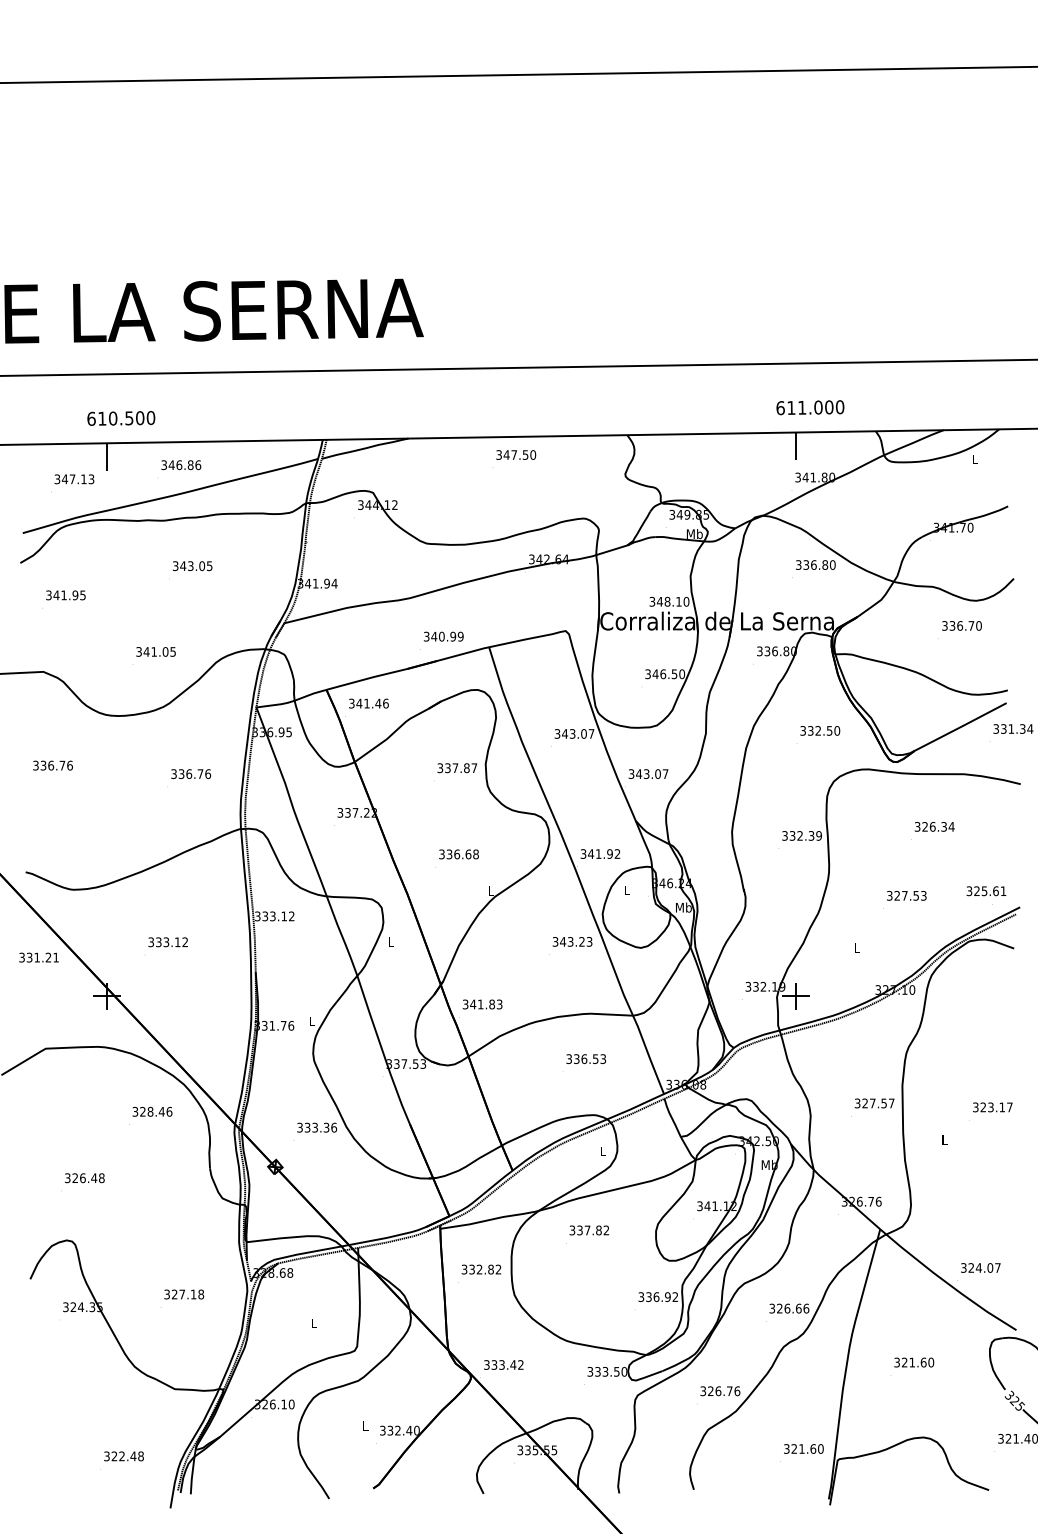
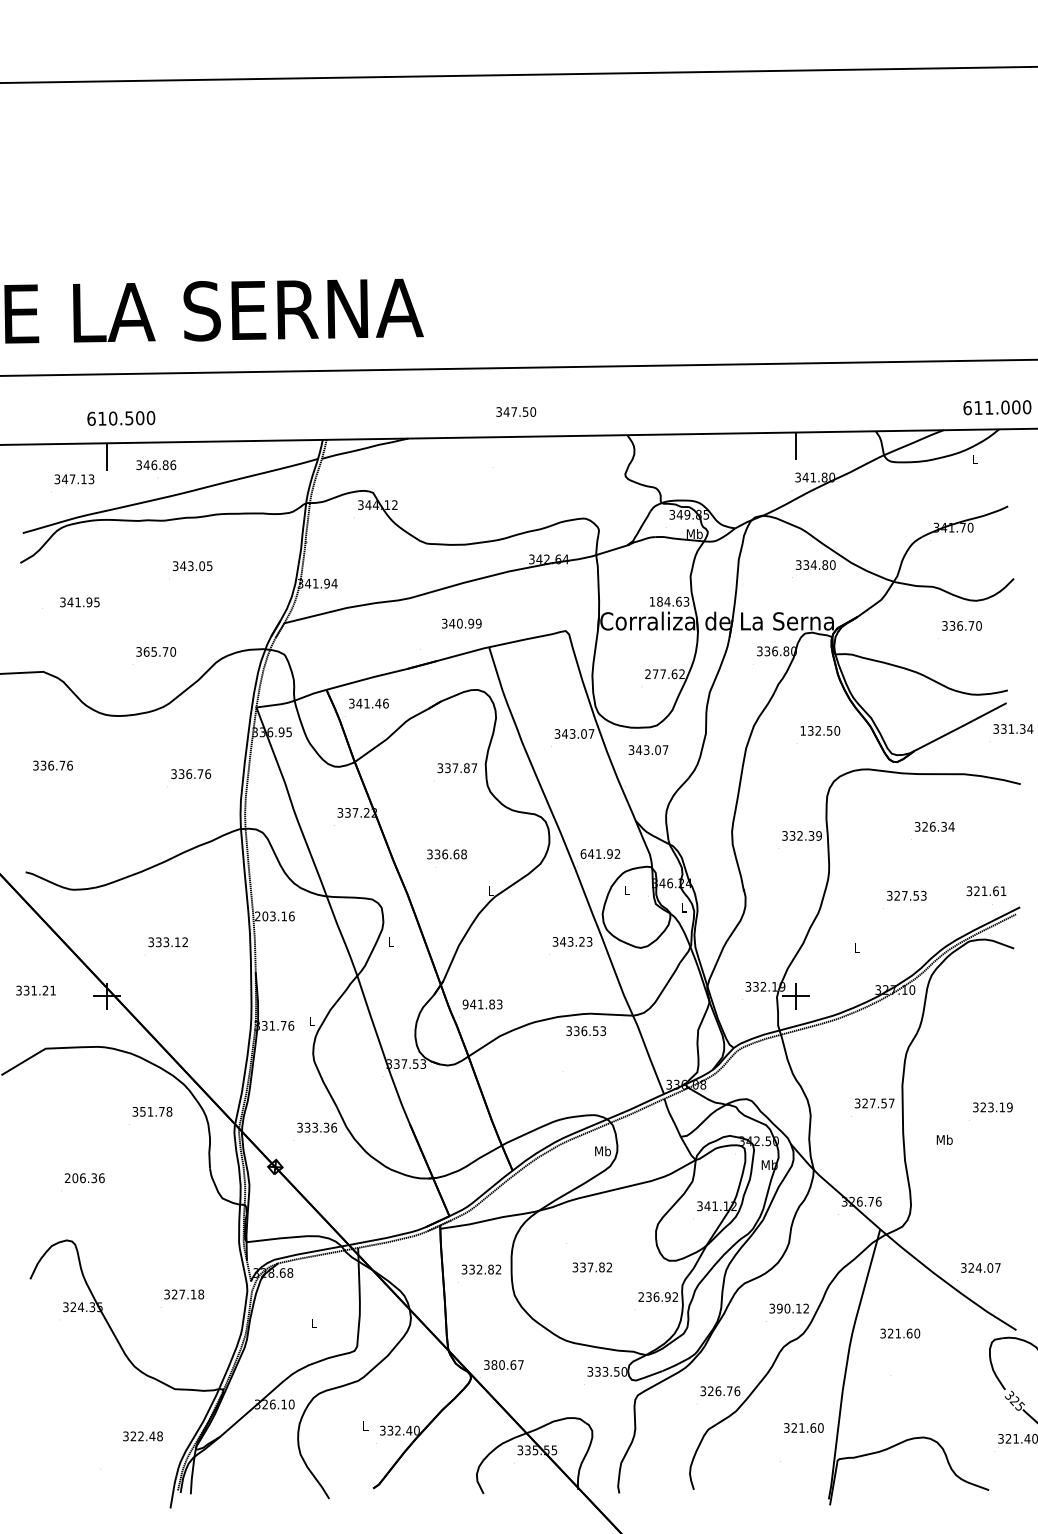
text at (810, 407) position: (810, 407) -> (997, 407)
text at (516, 454) position: (516, 454) -> (516, 411)
text at (181, 465) position: (181, 465) -> (156, 465)
text at (813, 564): 336.80 -> 334.80
text at (65, 595) position: (65, 595) -> (79, 602)
text at (669, 601): 348.10 -> 184.63
text at (443, 636) position: (443, 636) -> (461, 623)
text at (159, 651): 341.05 -> 365.70
text at (665, 674): 346.50 -> 277.62
text at (802, 730): 332.50 -> 132.50
text at (648, 773) position: (648, 773) -> (648, 749)
text at (583, 853): 341.92 -> 641.92
text at (458, 854) position: (458, 854) -> (446, 854)
text at (984, 891): 325.61 -> 321.61
text at (683, 907): Mb -> L
text at (274, 916): 333.12 -> 203.16
text at (38, 957) position: (38, 957) -> (35, 990)
text at (465, 1004): 341.83 -> 941.83
text at (586, 1058) position: (586, 1058) -> (586, 1030)
text at (1009, 1107): 323.17 -> 323.19
text at (156, 1111): 328.46 -> 351.78
text at (944, 1139): L -> Mb
text at (602, 1151): L -> Mb
text at (84, 1178): 326.48 -> 206.36
text at (588, 1230) position: (588, 1230) -> (591, 1267)
text at (641, 1297): 336.92 -> 236.92
text at (793, 1308): 326.66 -> 390.12
text at (914, 1362) position: (914, 1362) -> (900, 1333)
text at (507, 1364): 333.42 -> 380.67
text at (803, 1448) position: (803, 1448) -> (803, 1427)
text at (123, 1456) position: (123, 1456) -> (142, 1436)
